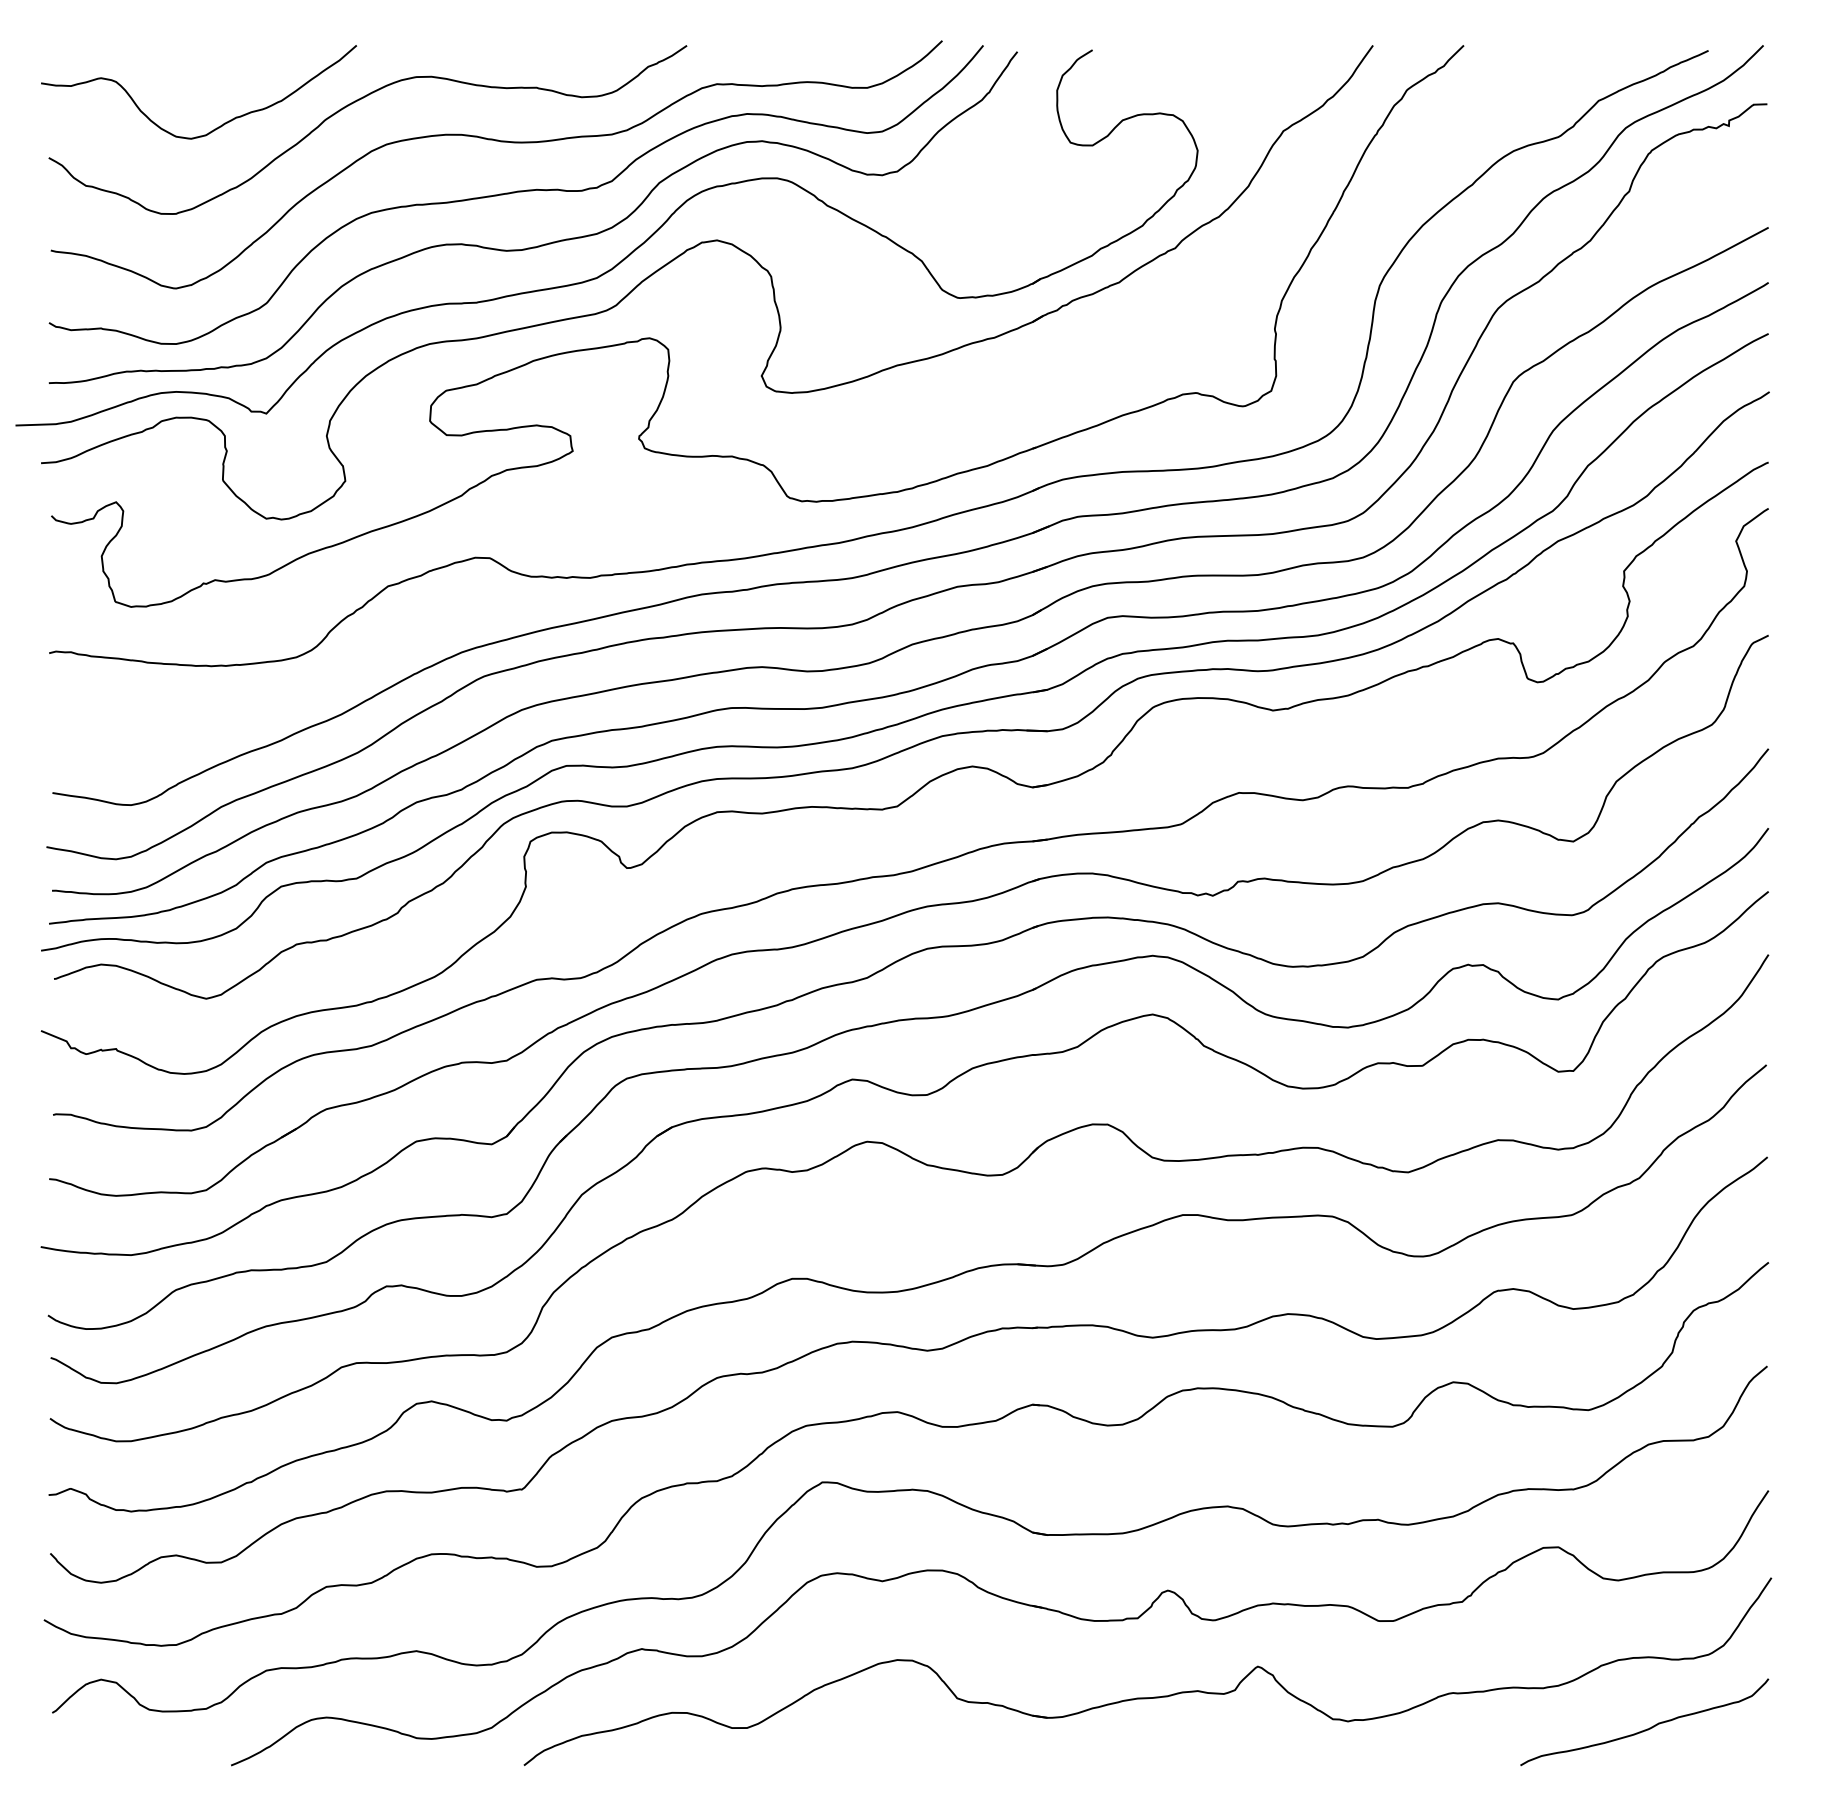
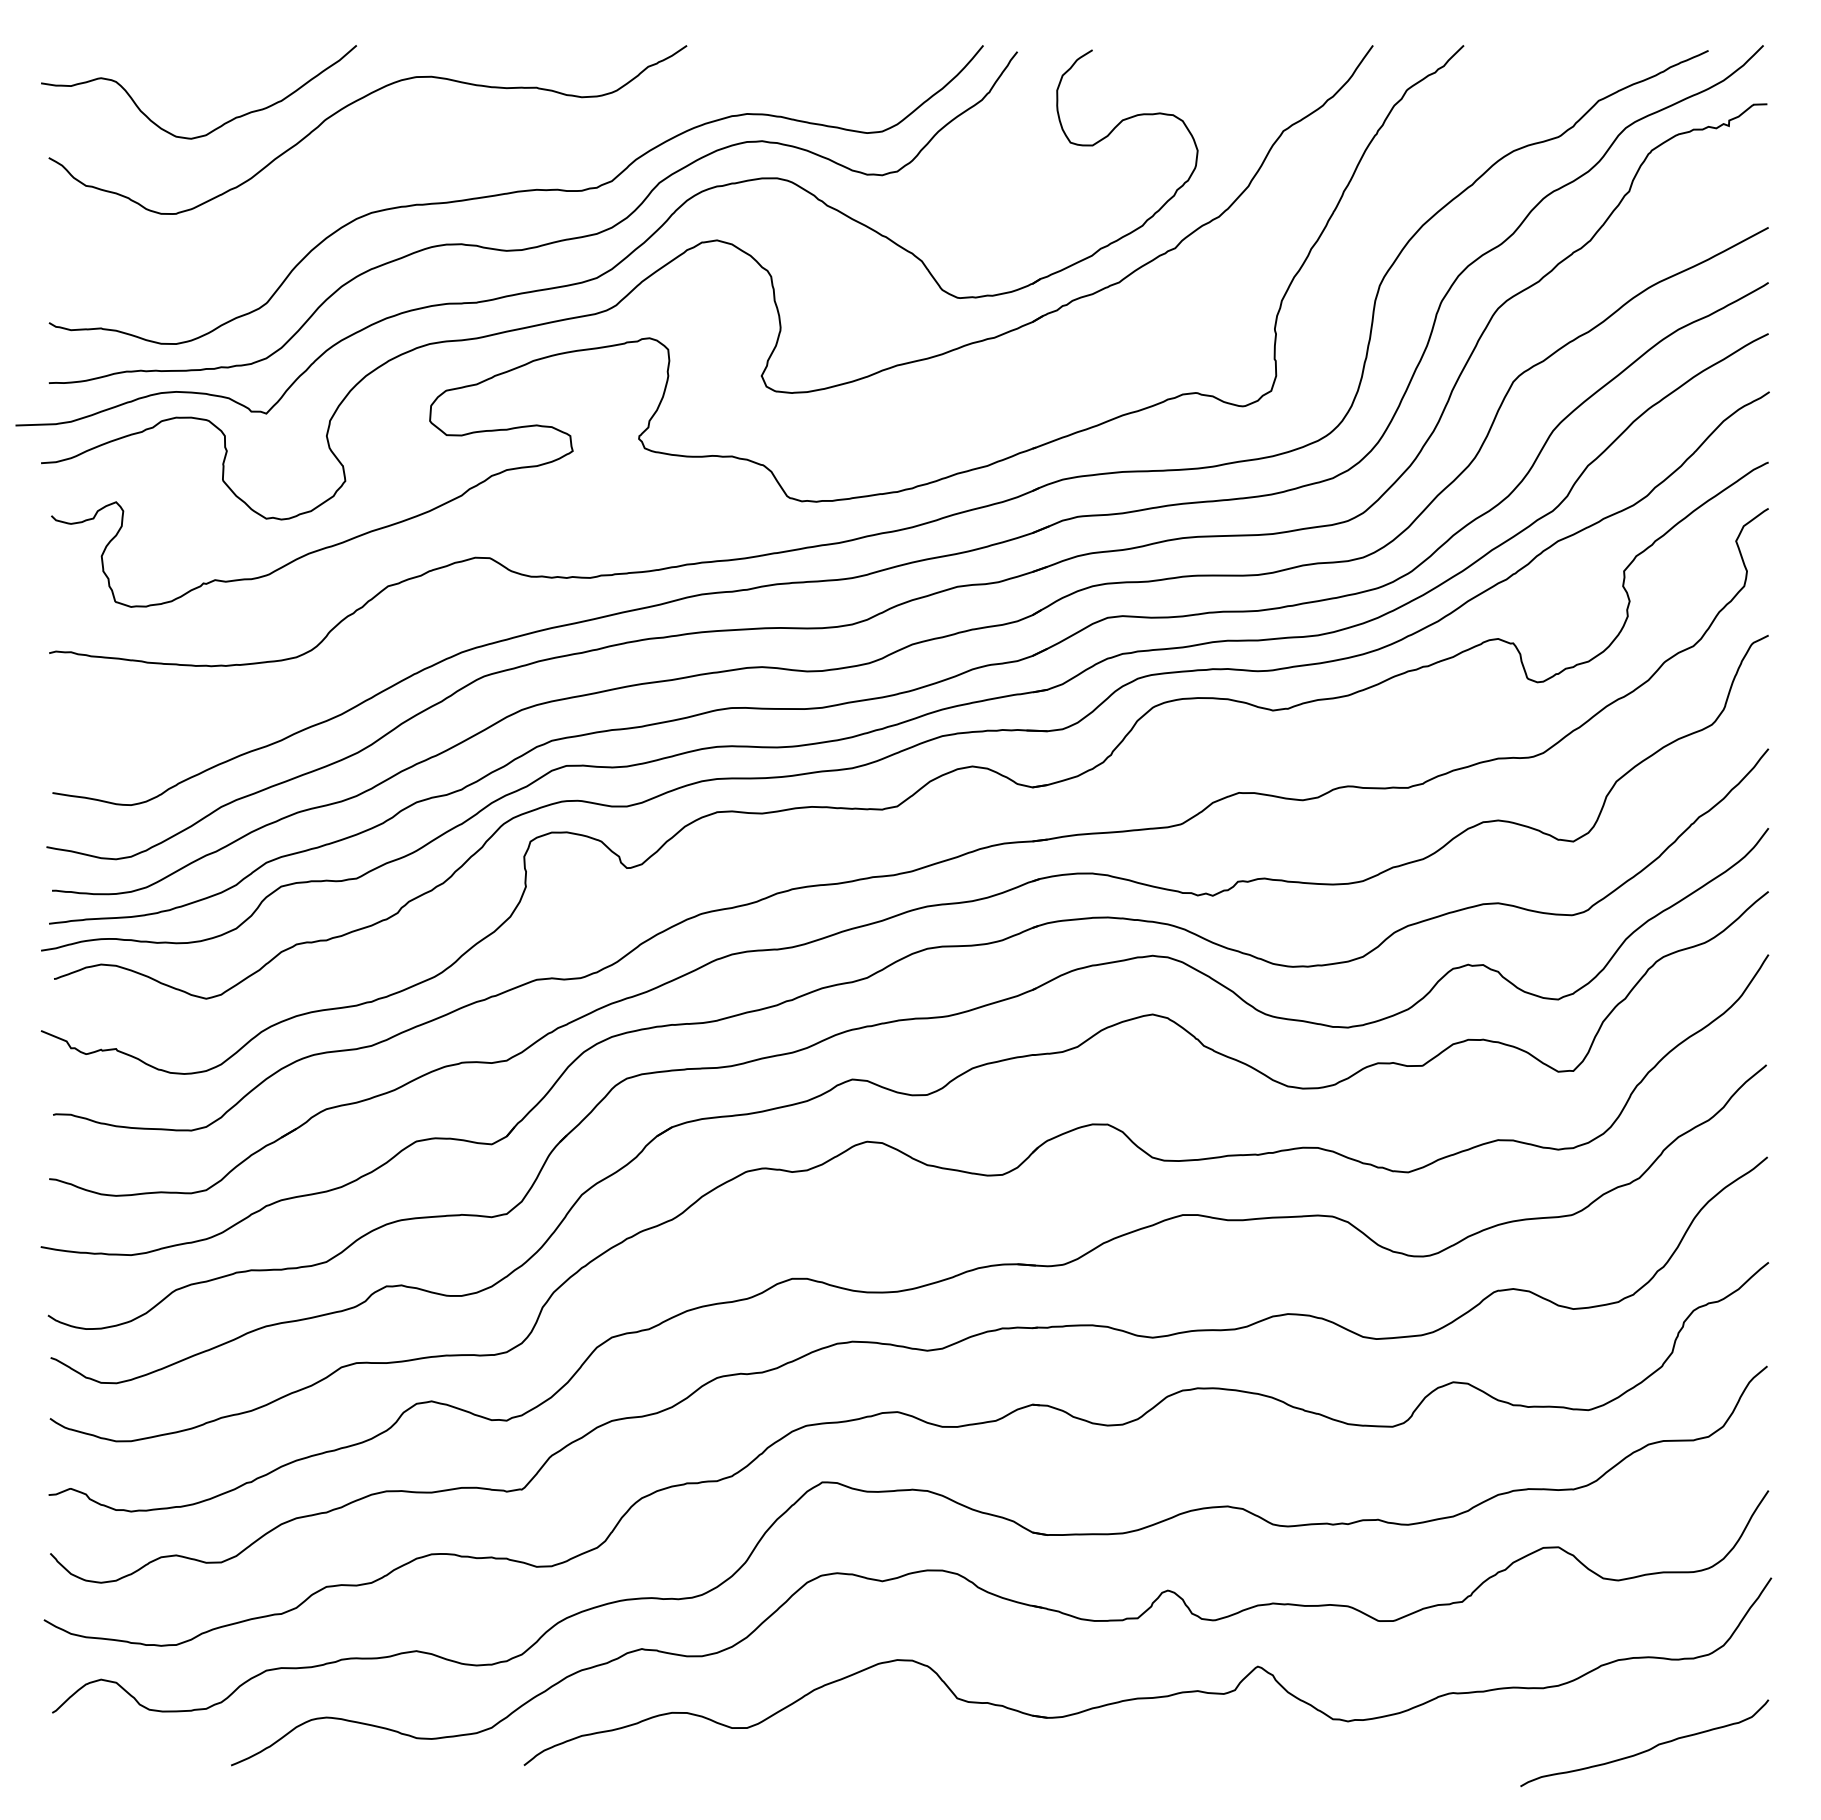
curve at (500, 142): present -> none
curve at (1647, 1728) position: (1647, 1728) -> (1647, 1749)
